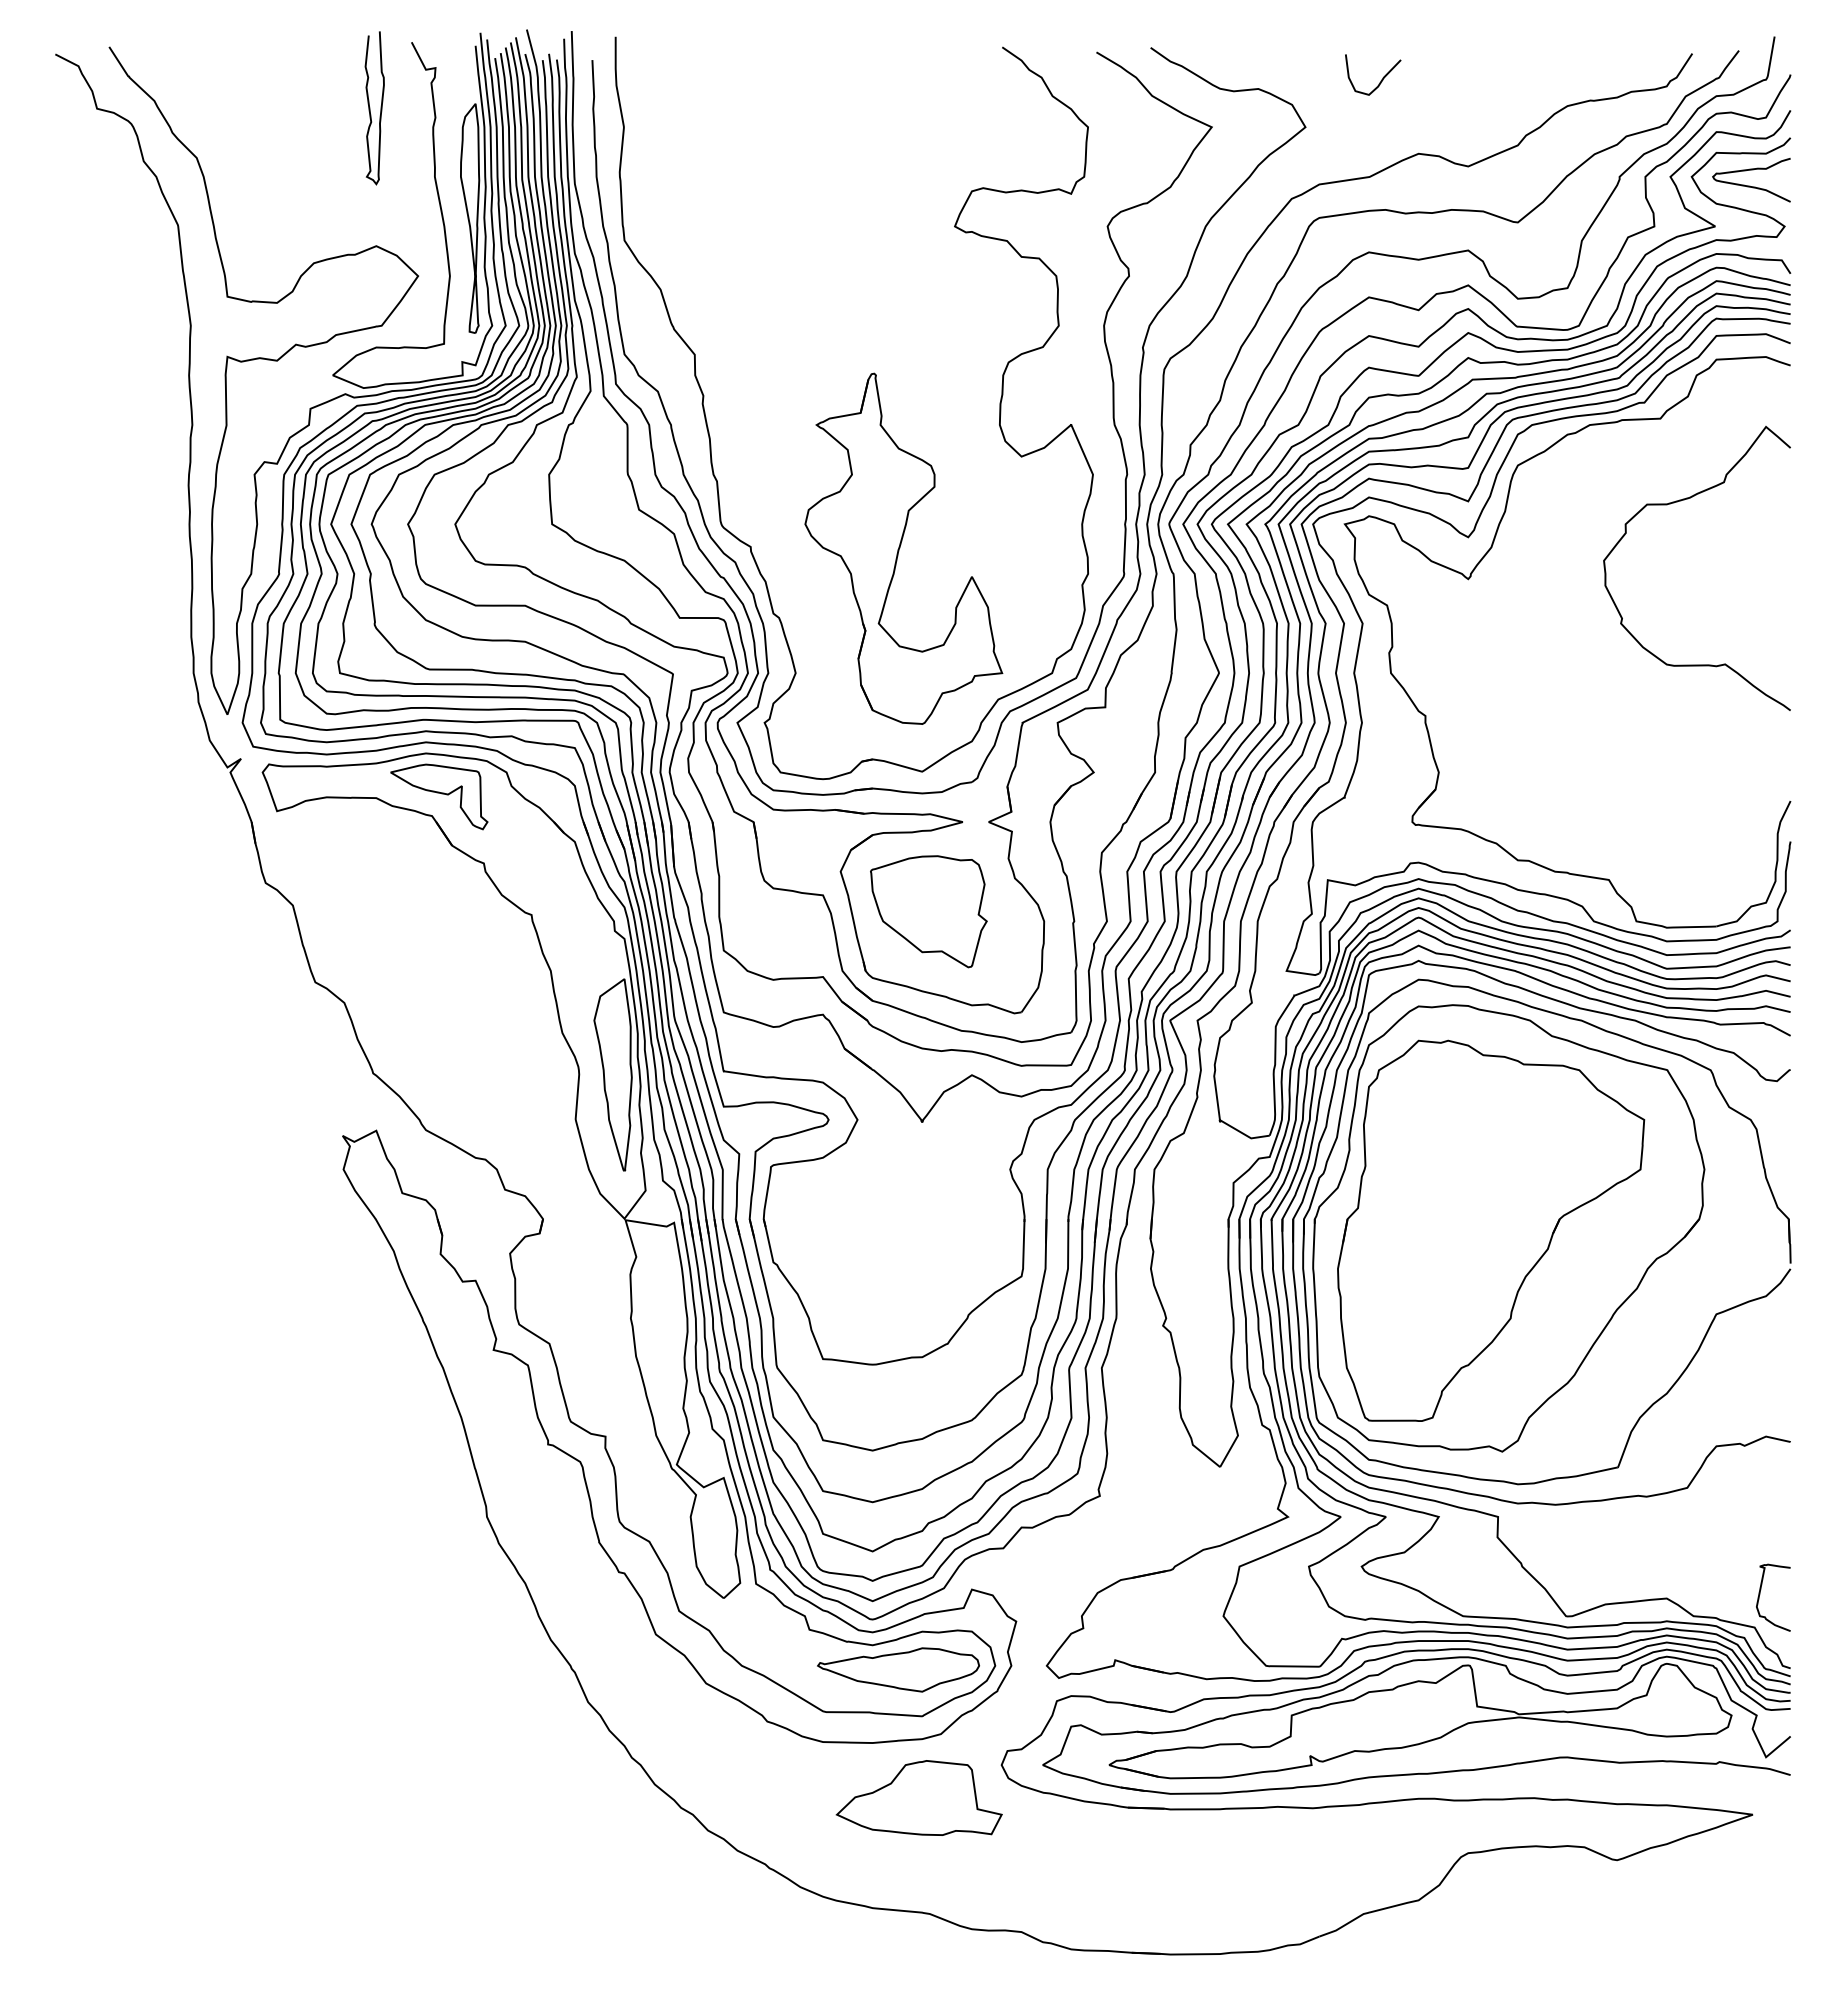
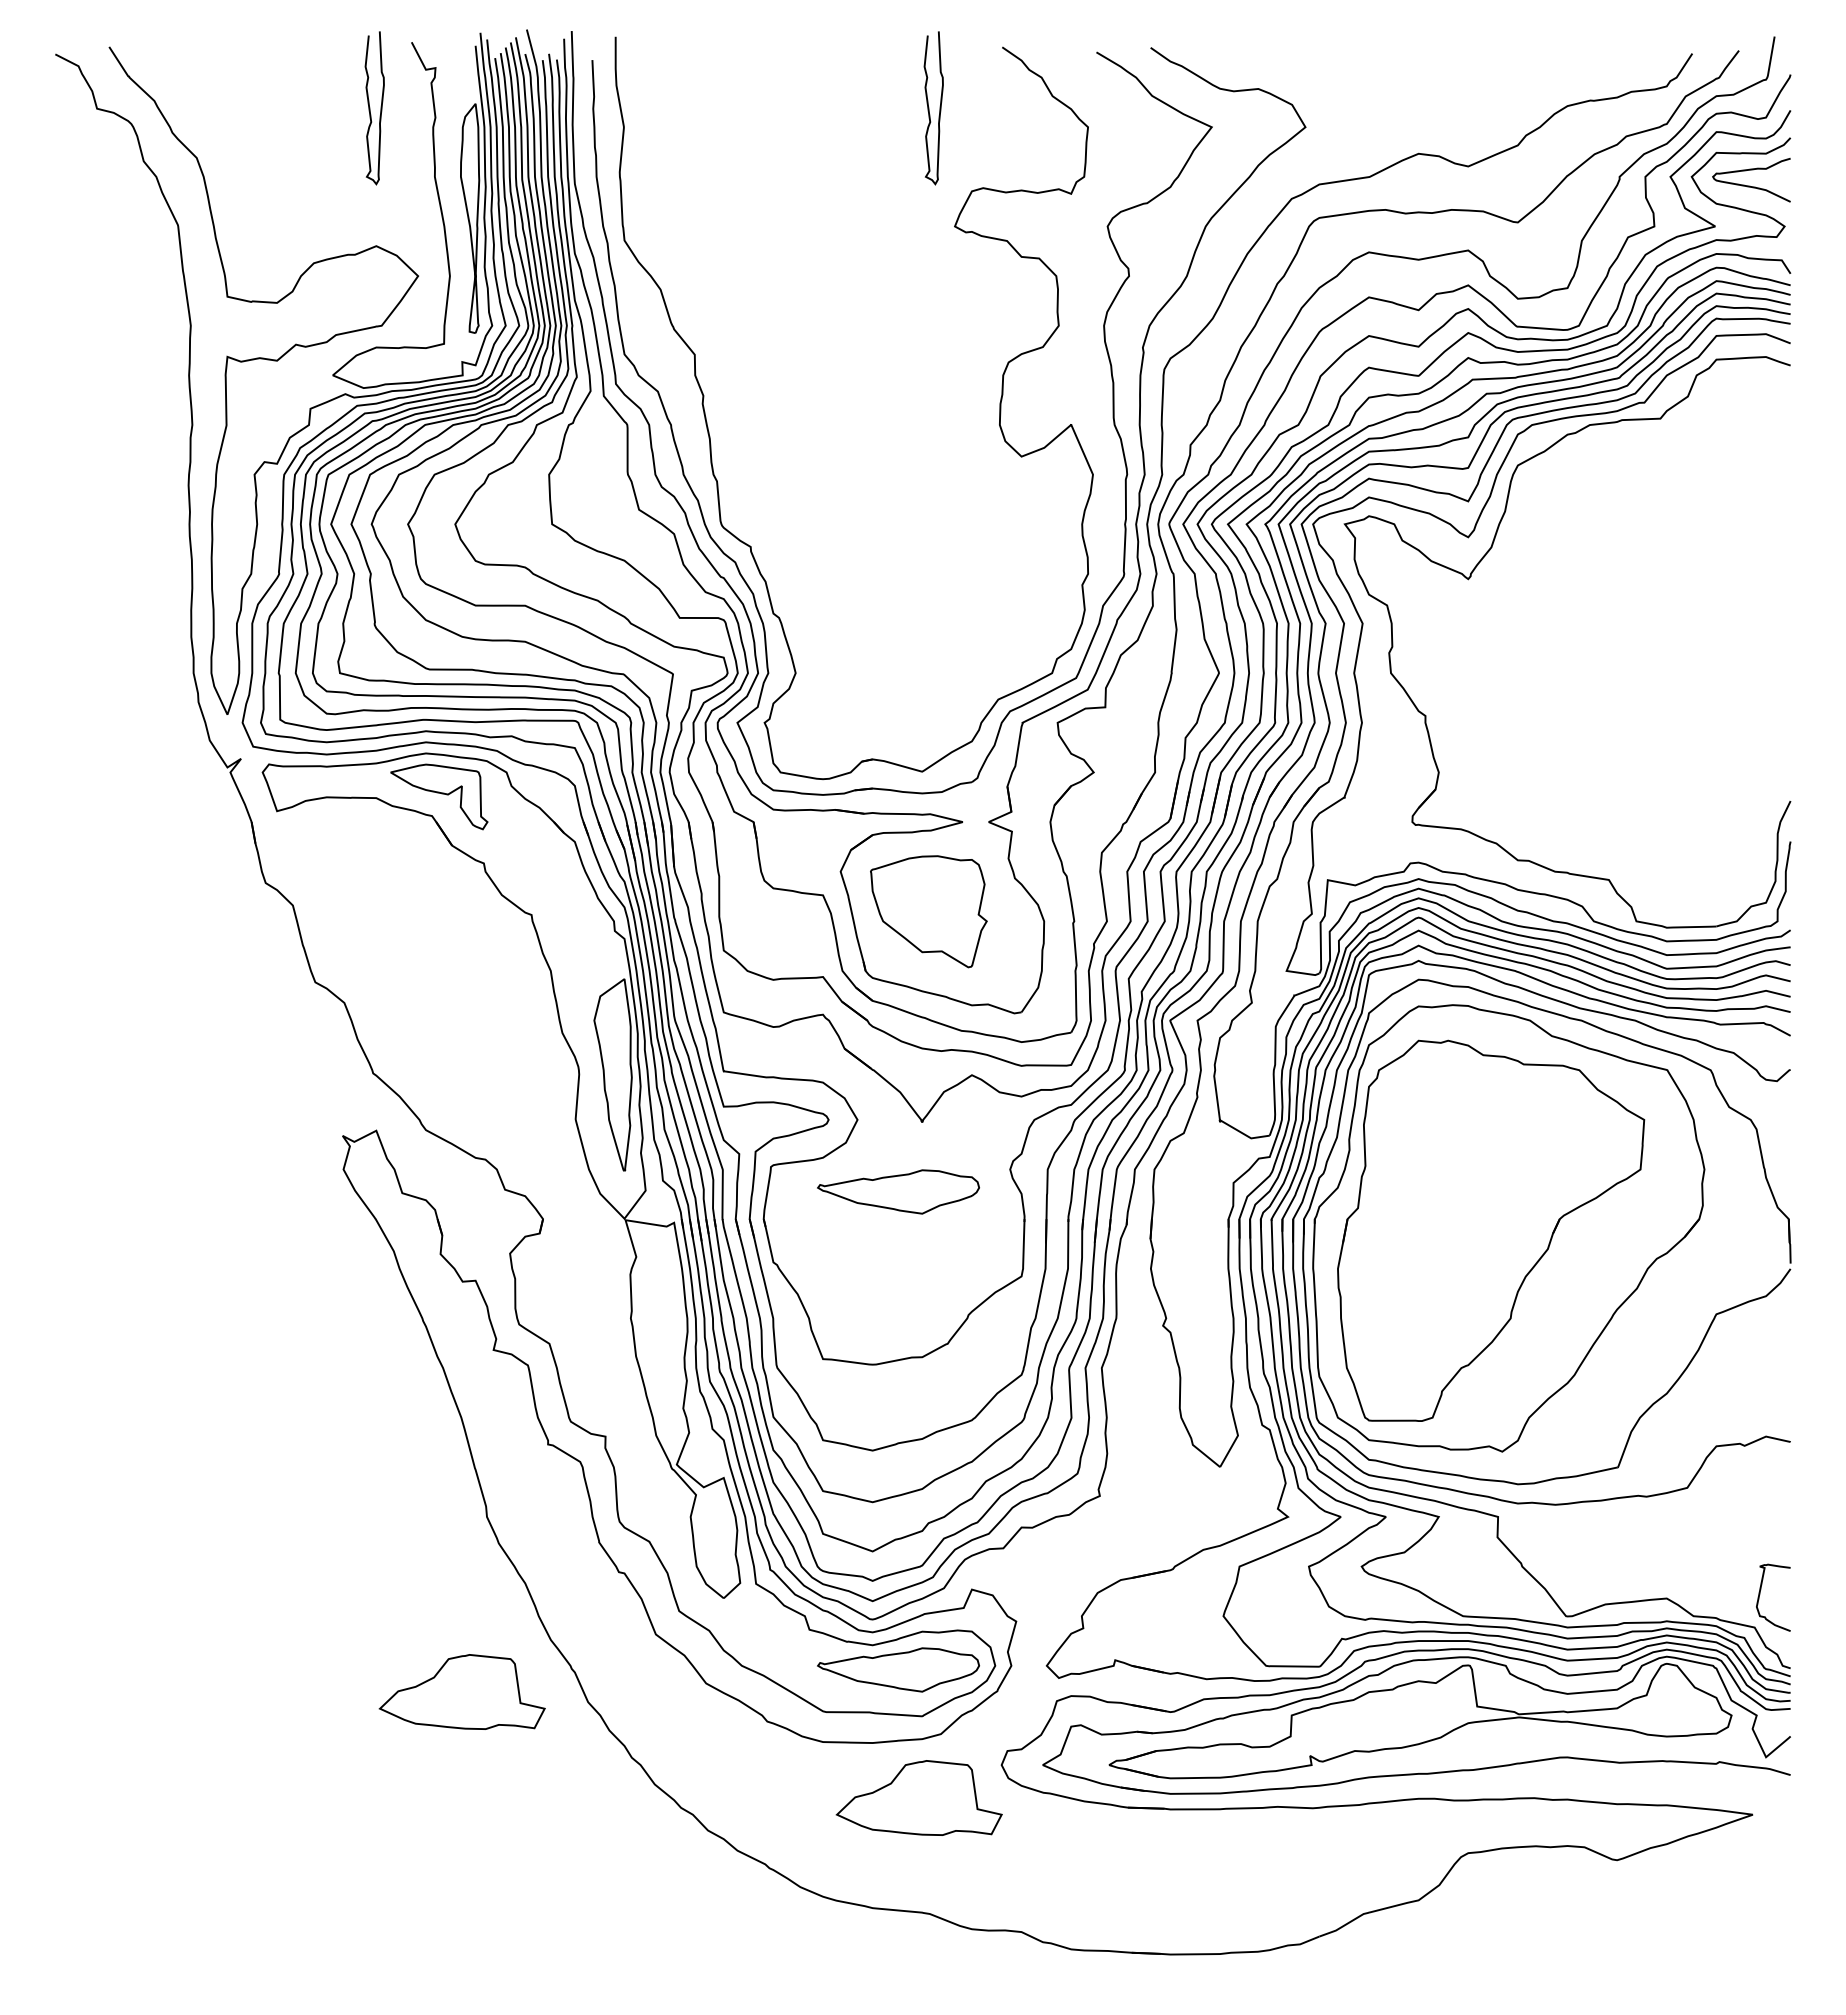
curve at (1381, 79): present -> none
curve at (929, 108): none -> present
curve at (1674, 503): present -> none
part at (903, 548): present -> none
part at (898, 1191): none -> present
part at (461, 1691): none -> present
